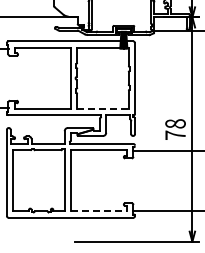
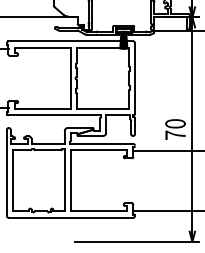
line at (103, 108): dashed -> solid
text at (175, 123): 78 -> 70
line at (99, 211): dashed -> solid
